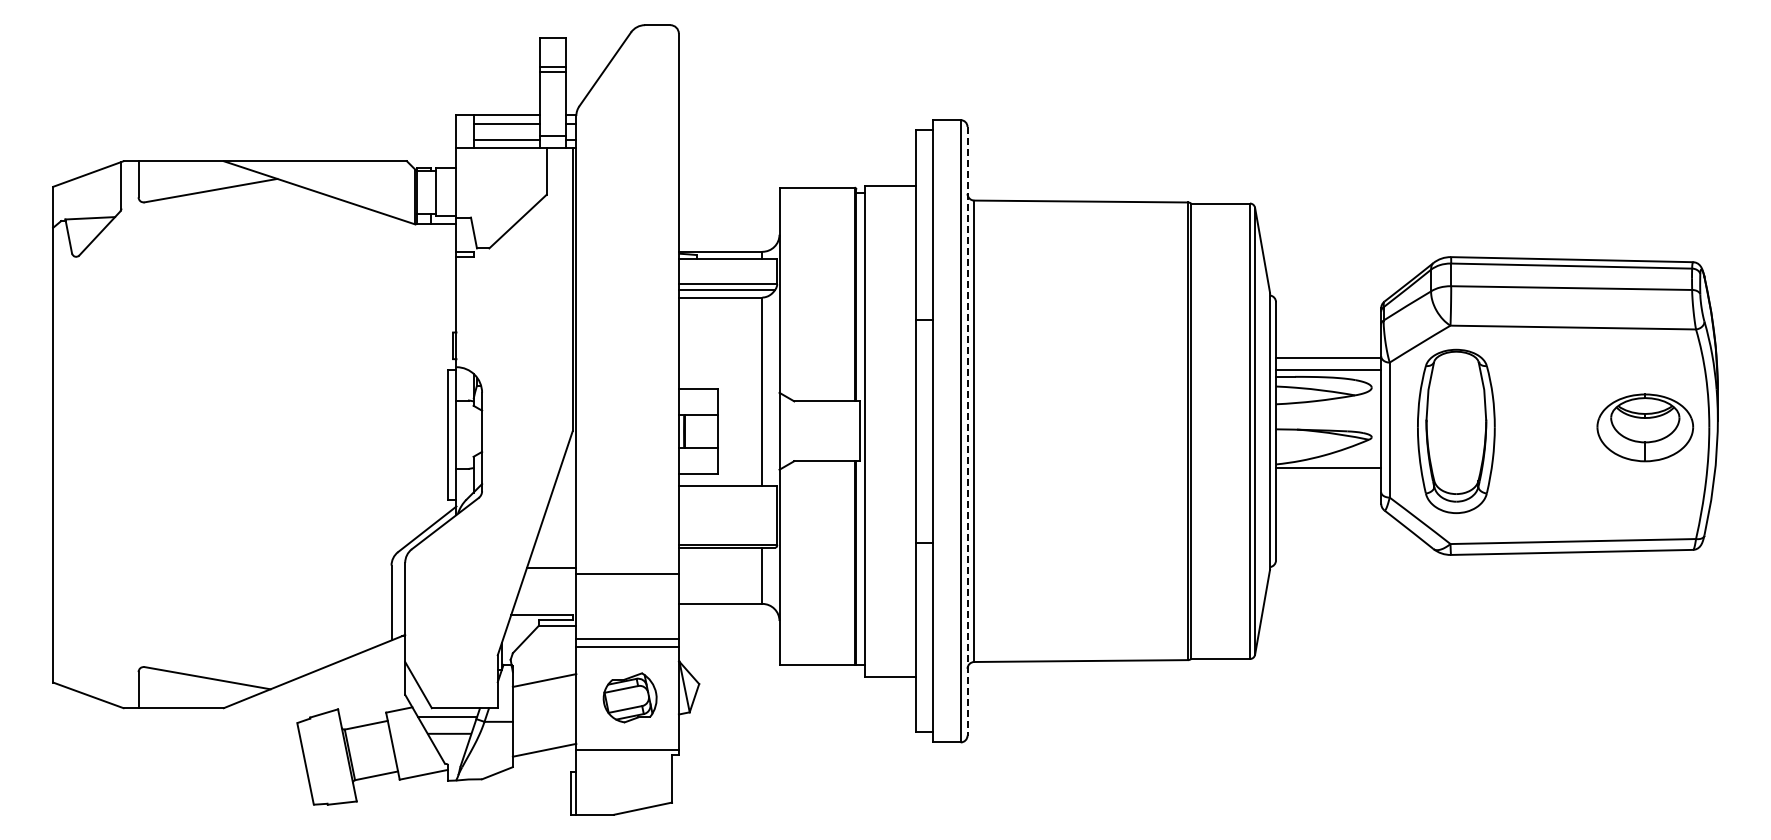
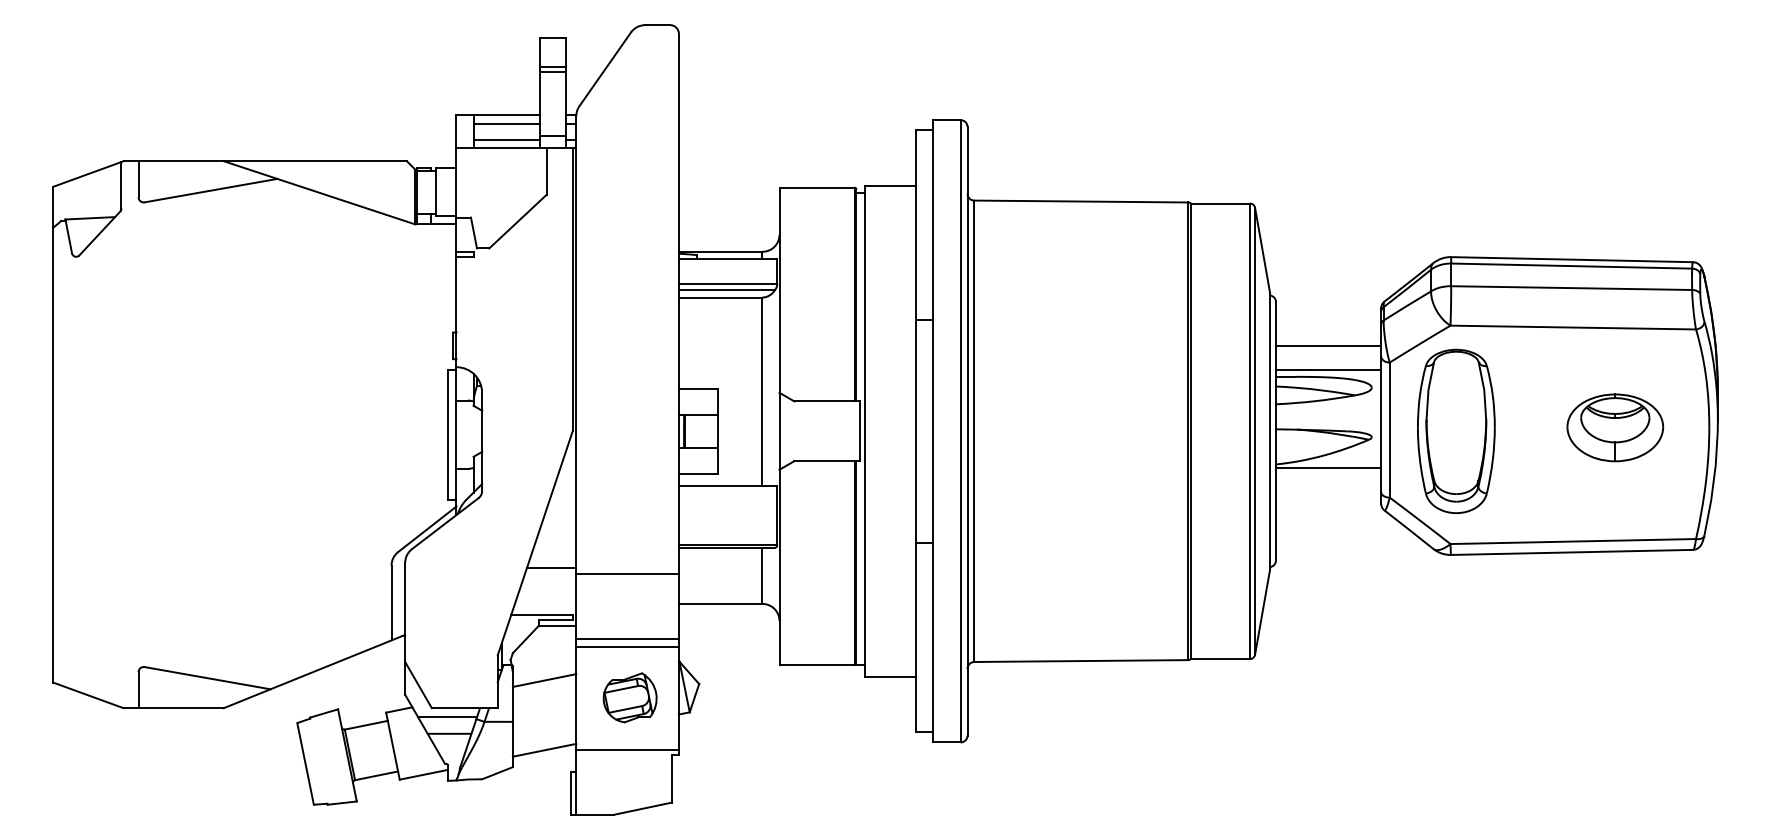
line at (1328, 358) position: (1328, 358) -> (1328, 346)
part at (1645, 427) position: (1645, 427) -> (1615, 427)
line at (967, 431): dashed -> solid
